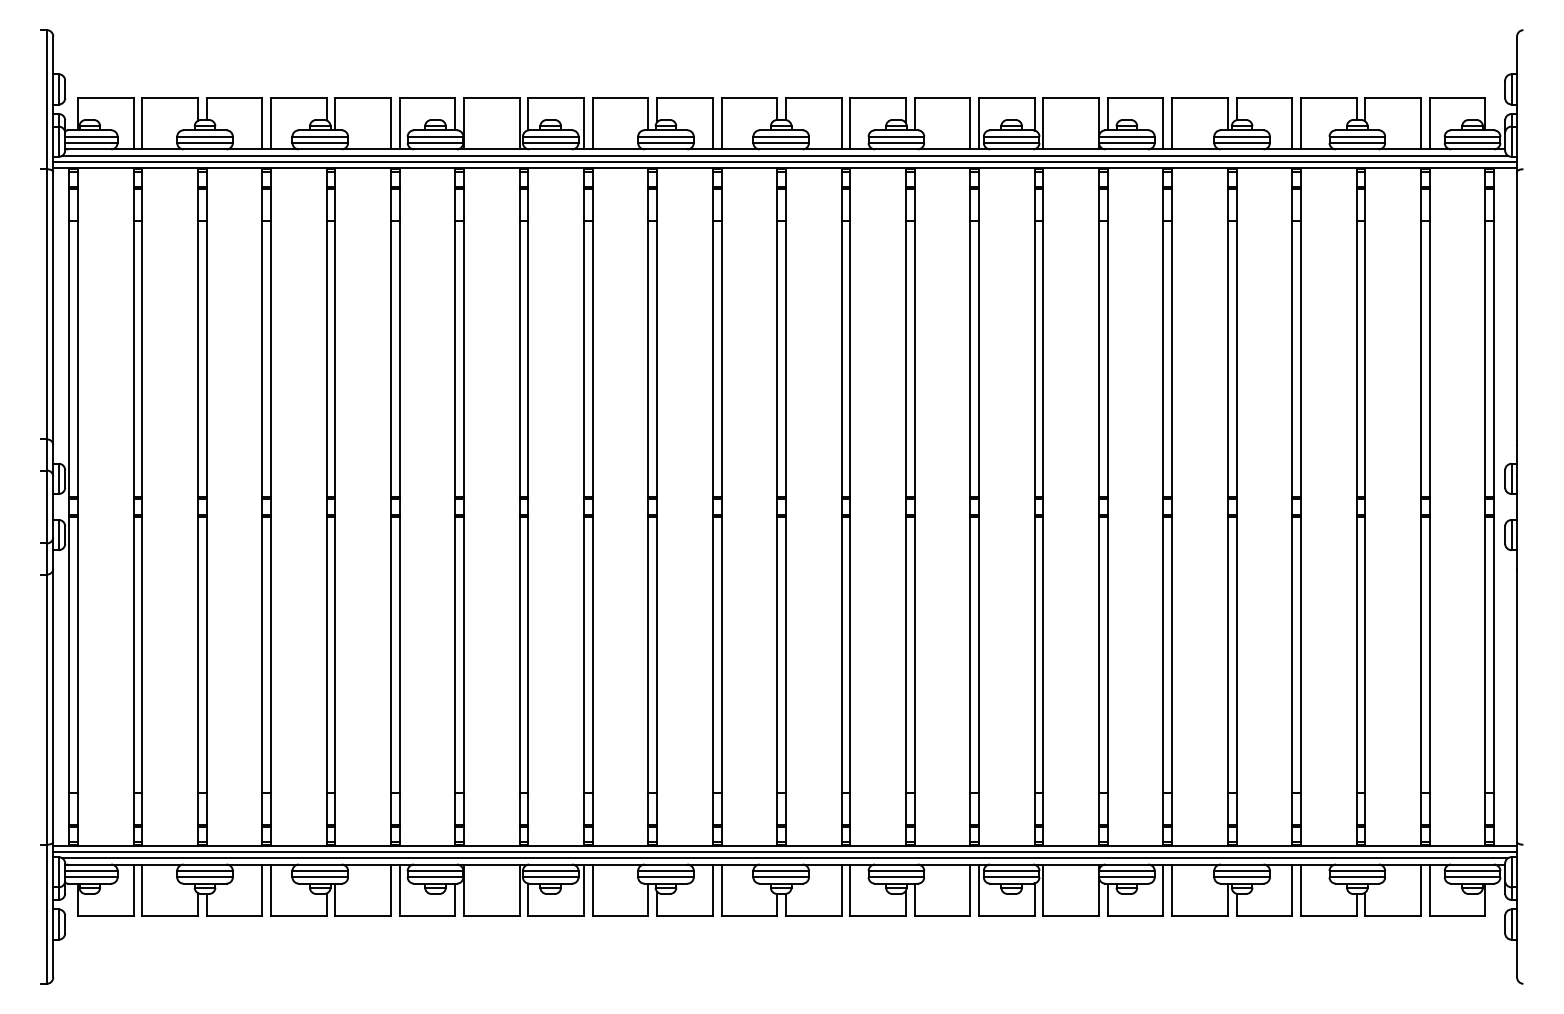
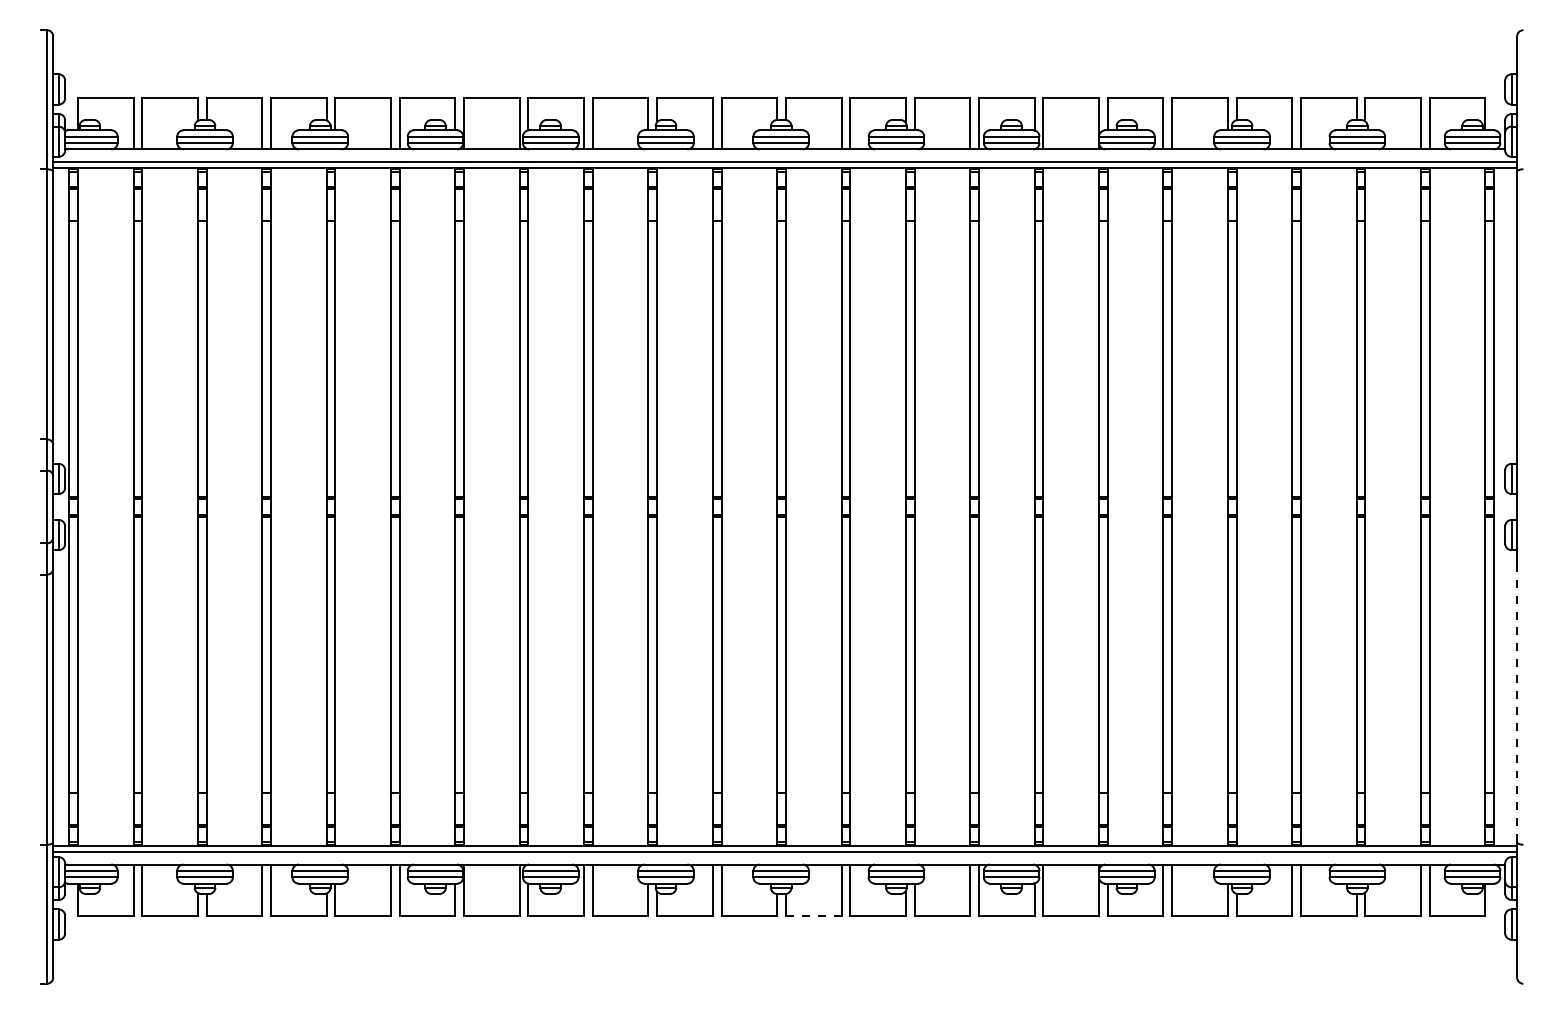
line at (784, 155): present -> none
line at (1517, 705): solid -> dashed
line at (784, 858): present -> none
line at (813, 916): solid -> dashed
